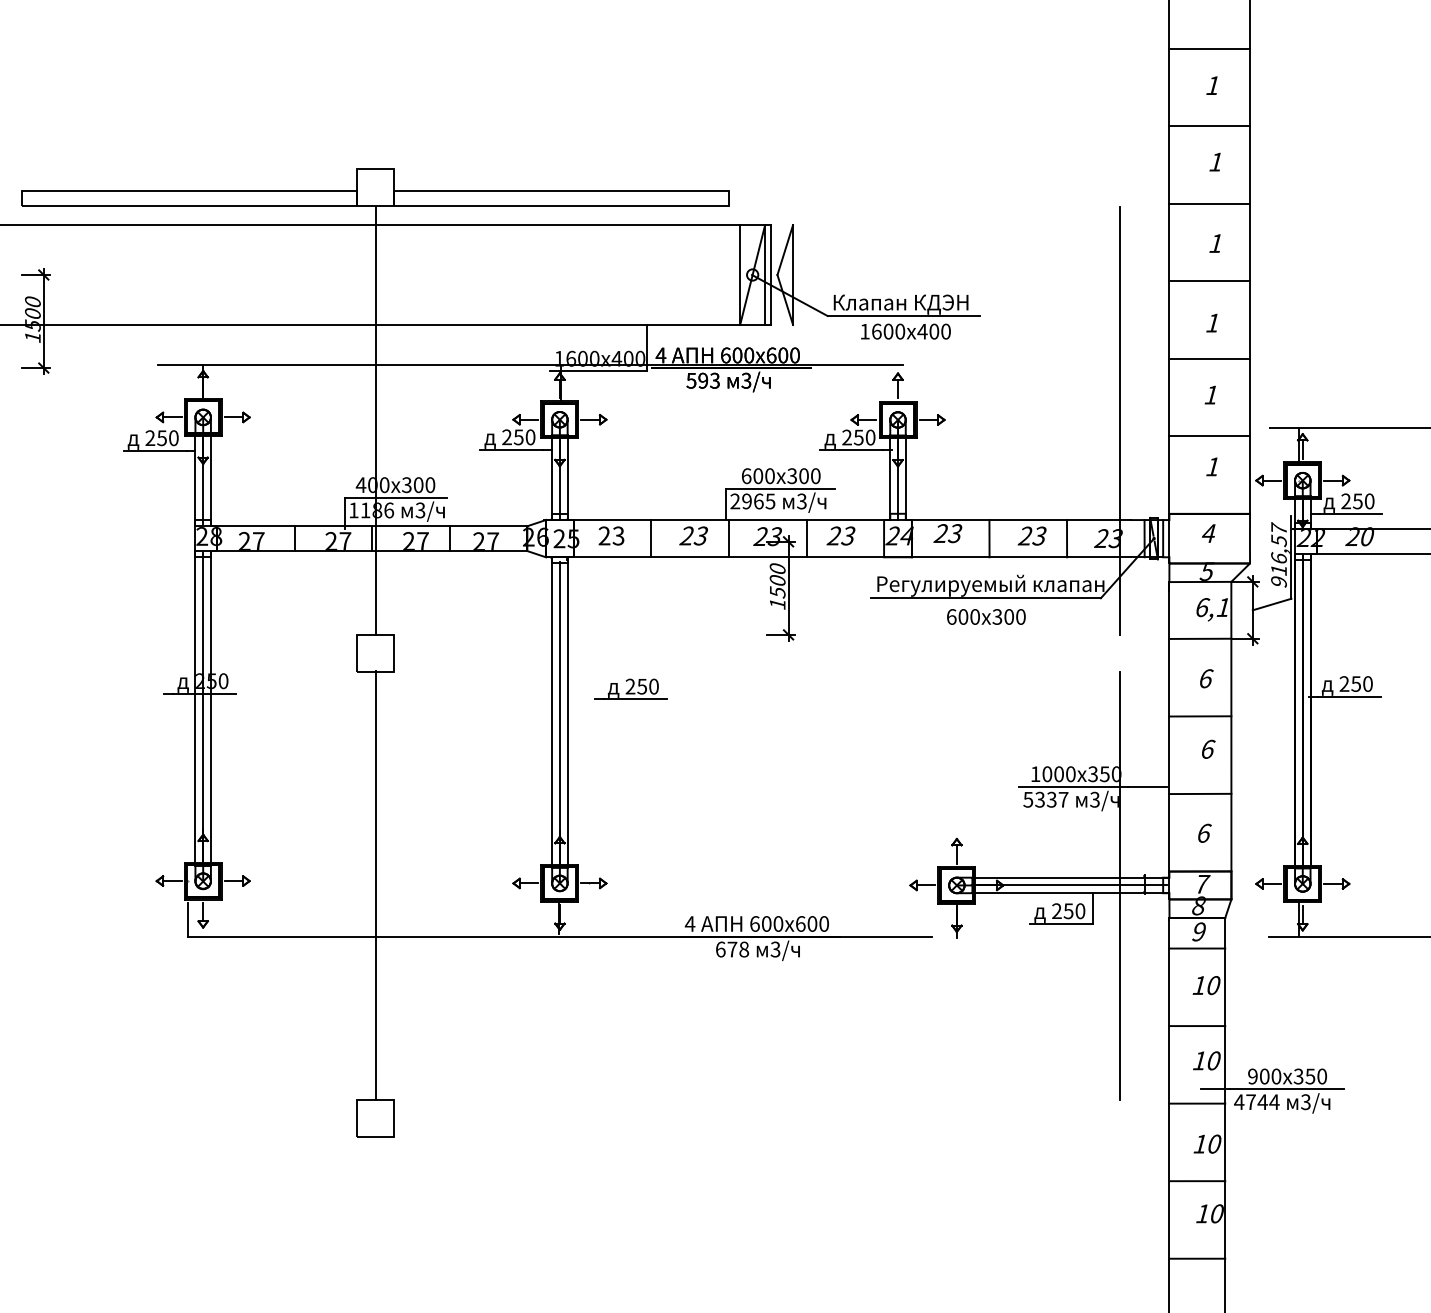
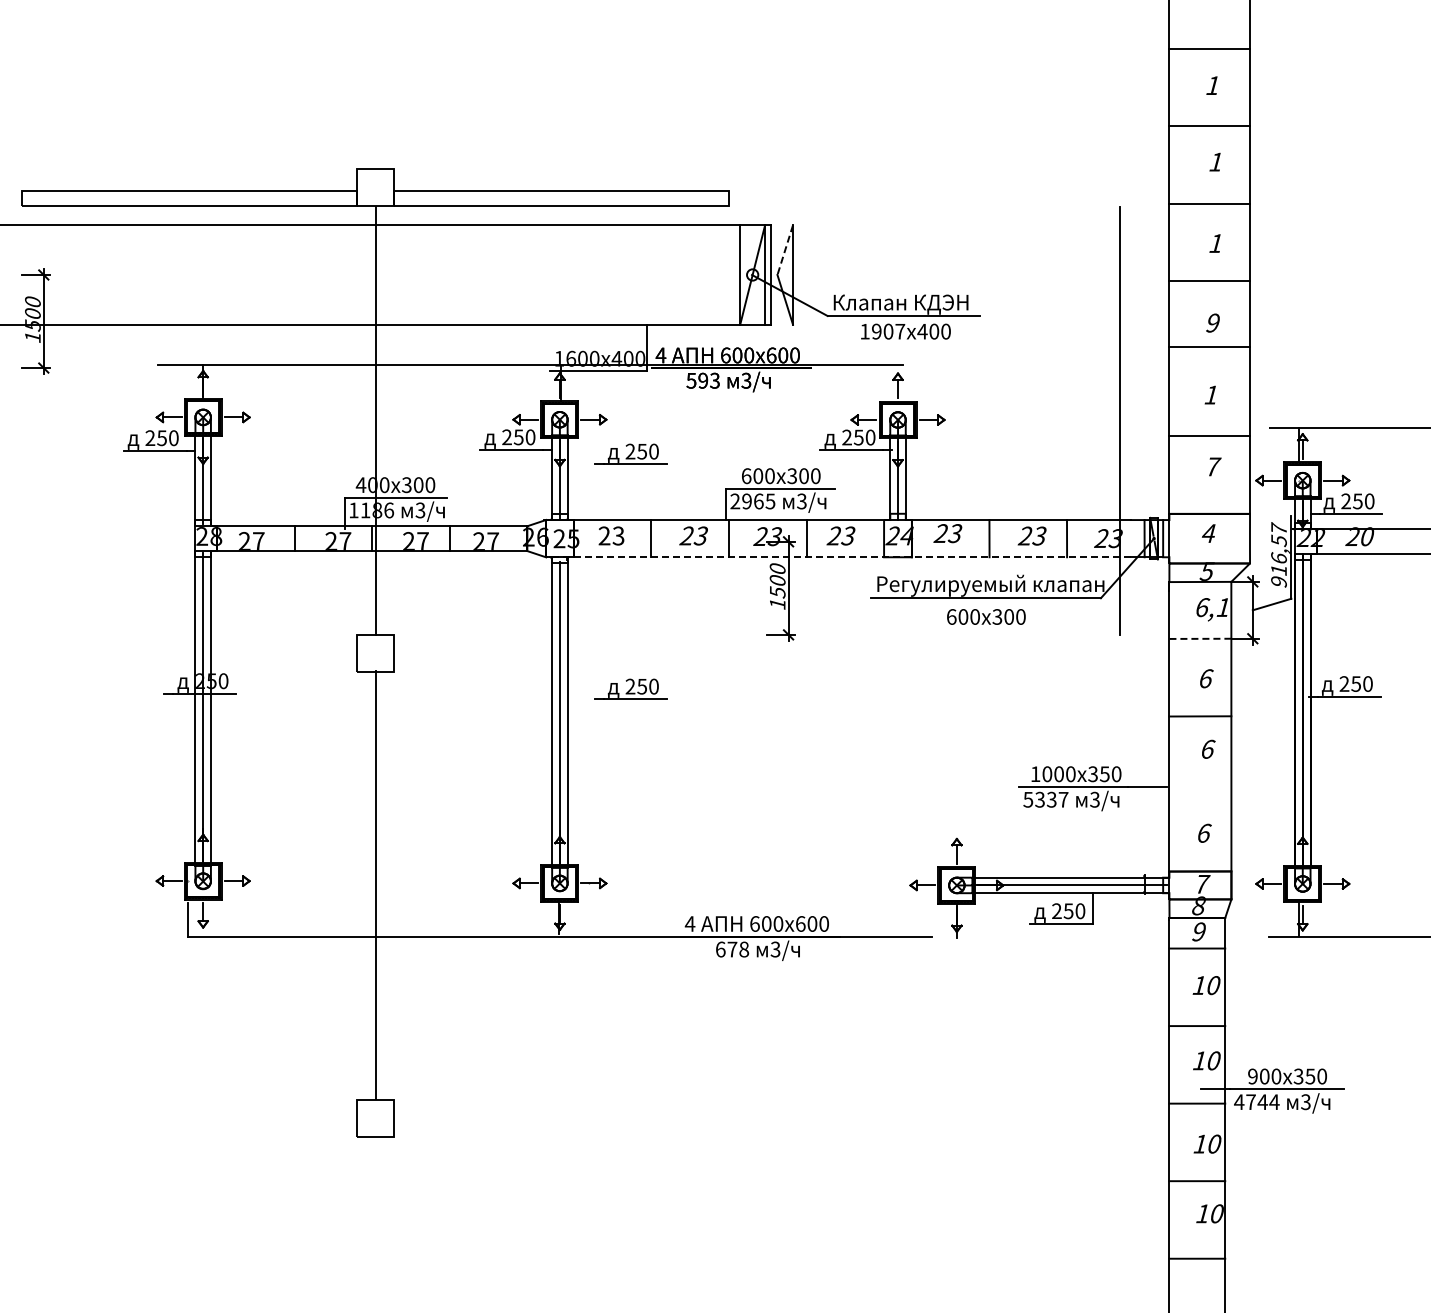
line at (785, 250): solid -> dashed
text at (1212, 322): 1 -> 9
text at (888, 331): 1600 -> 1907
line at (1209, 358) position: (1209, 358) -> (1209, 346)
part at (630, 453): none -> present
text at (1213, 466): 1 -> 7
line at (837, 557): solid -> dashed
line at (1200, 638): solid -> dashed
line at (1200, 793): present -> none
line at (1120, 885): present -> none
